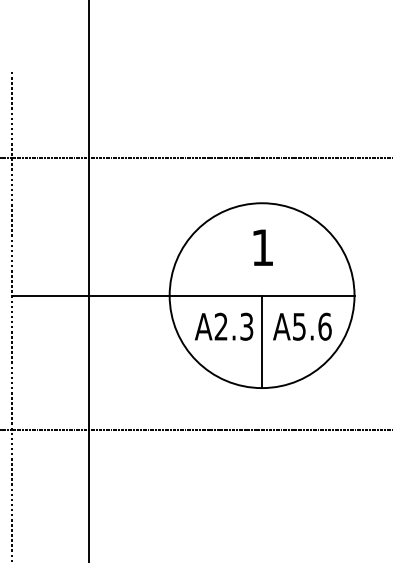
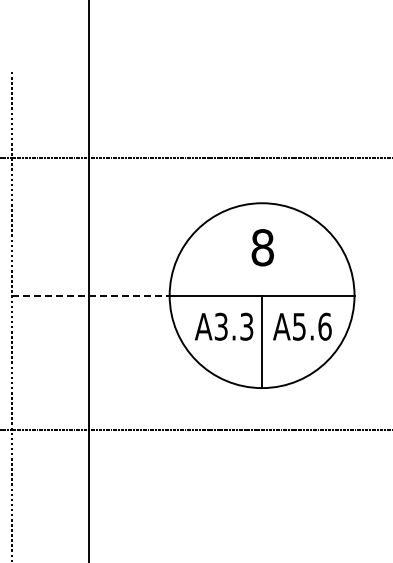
text at (262, 247): 1 -> 8
line at (90, 295): solid -> dashed
text at (220, 326): A2.3 -> A3.3
